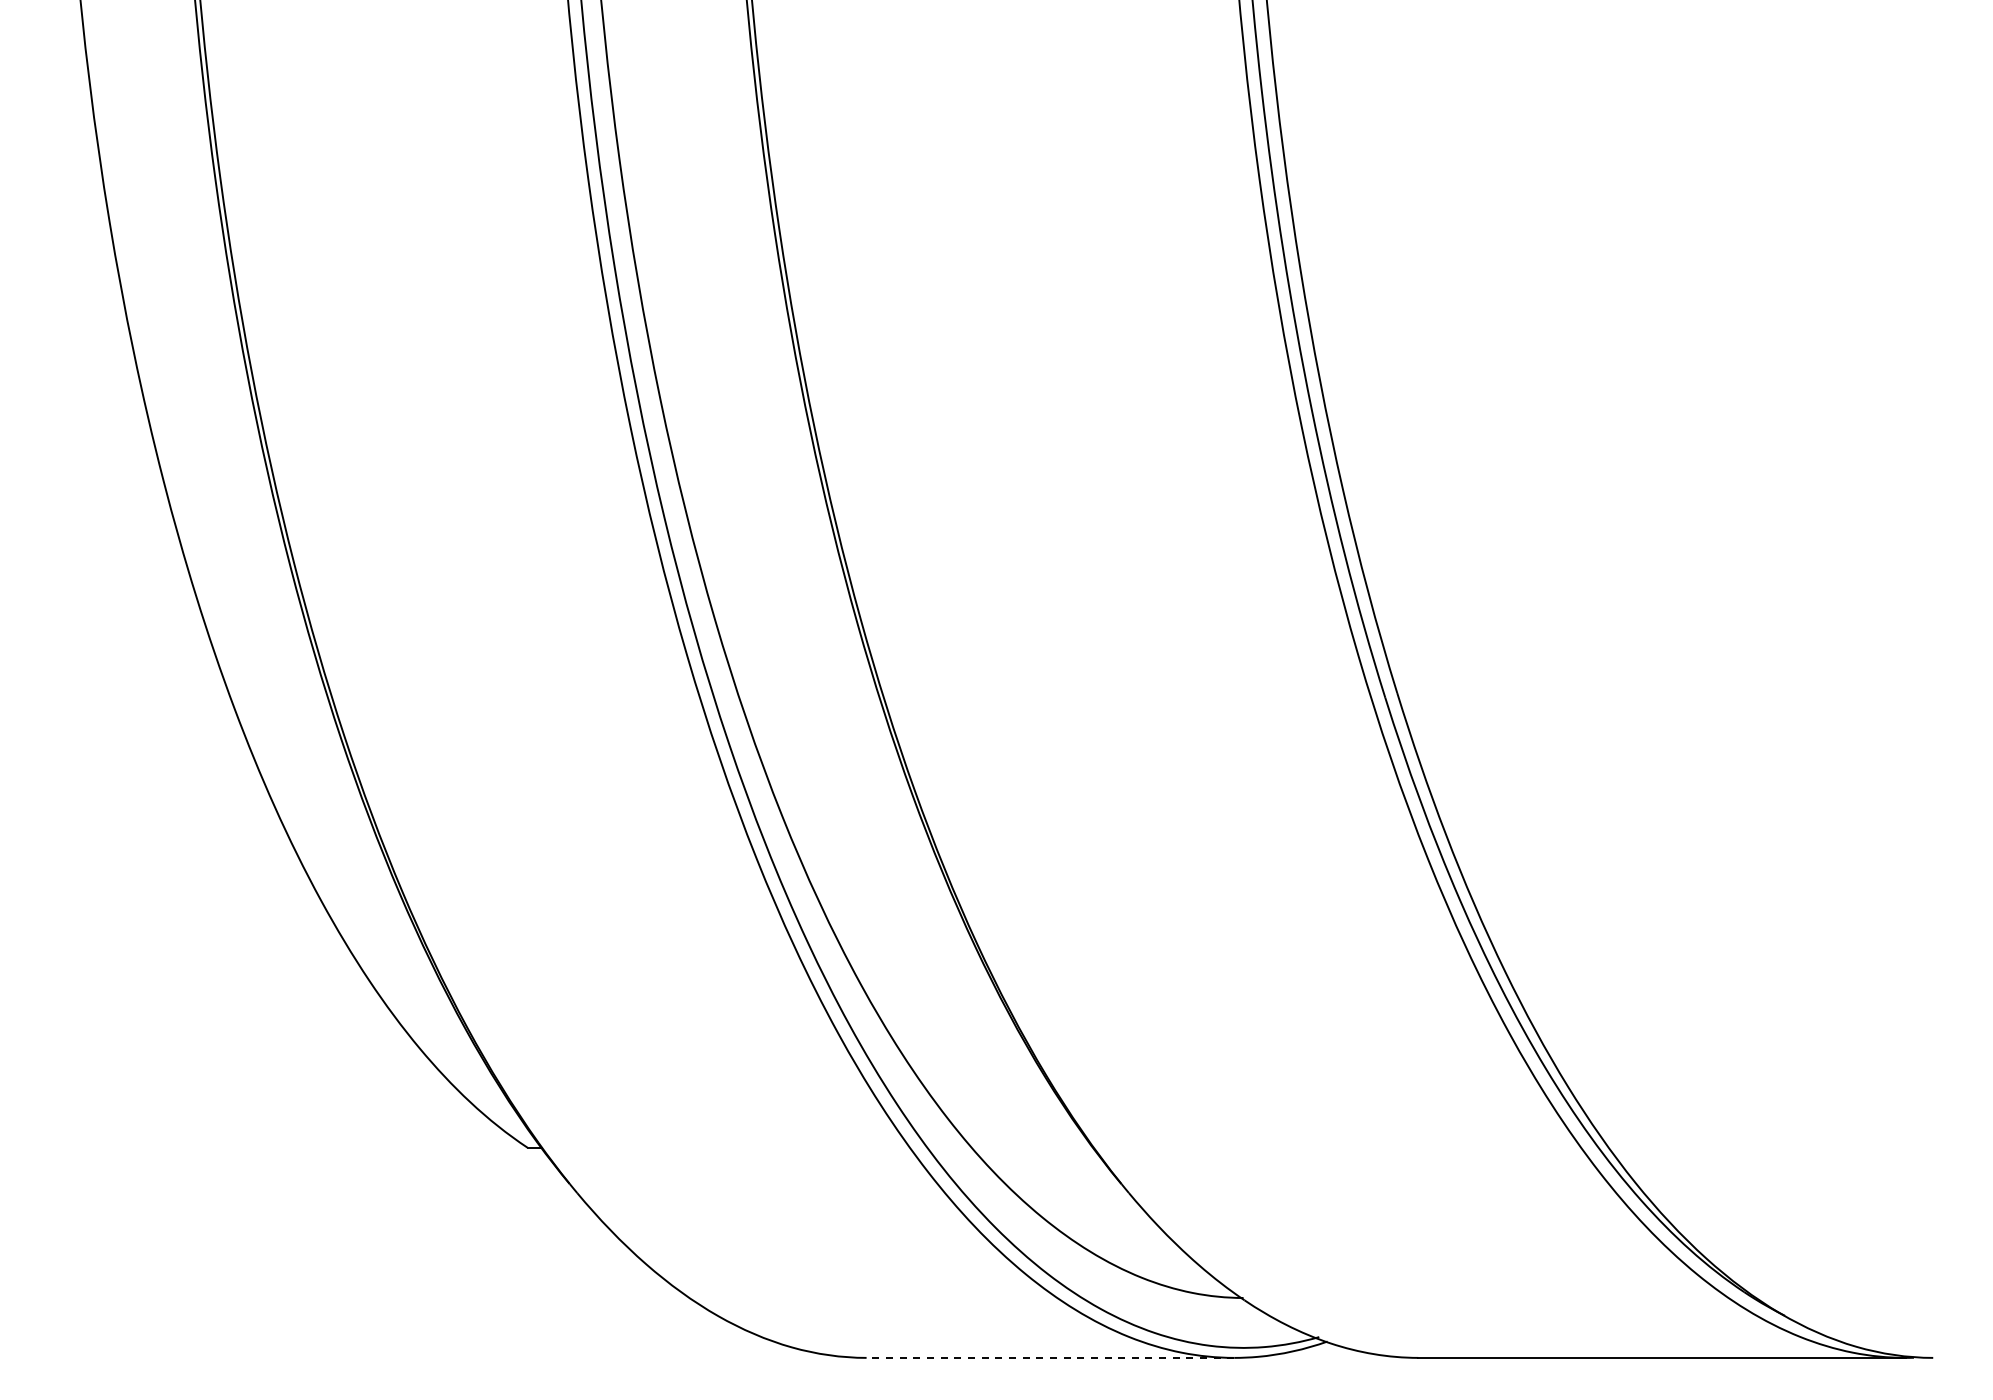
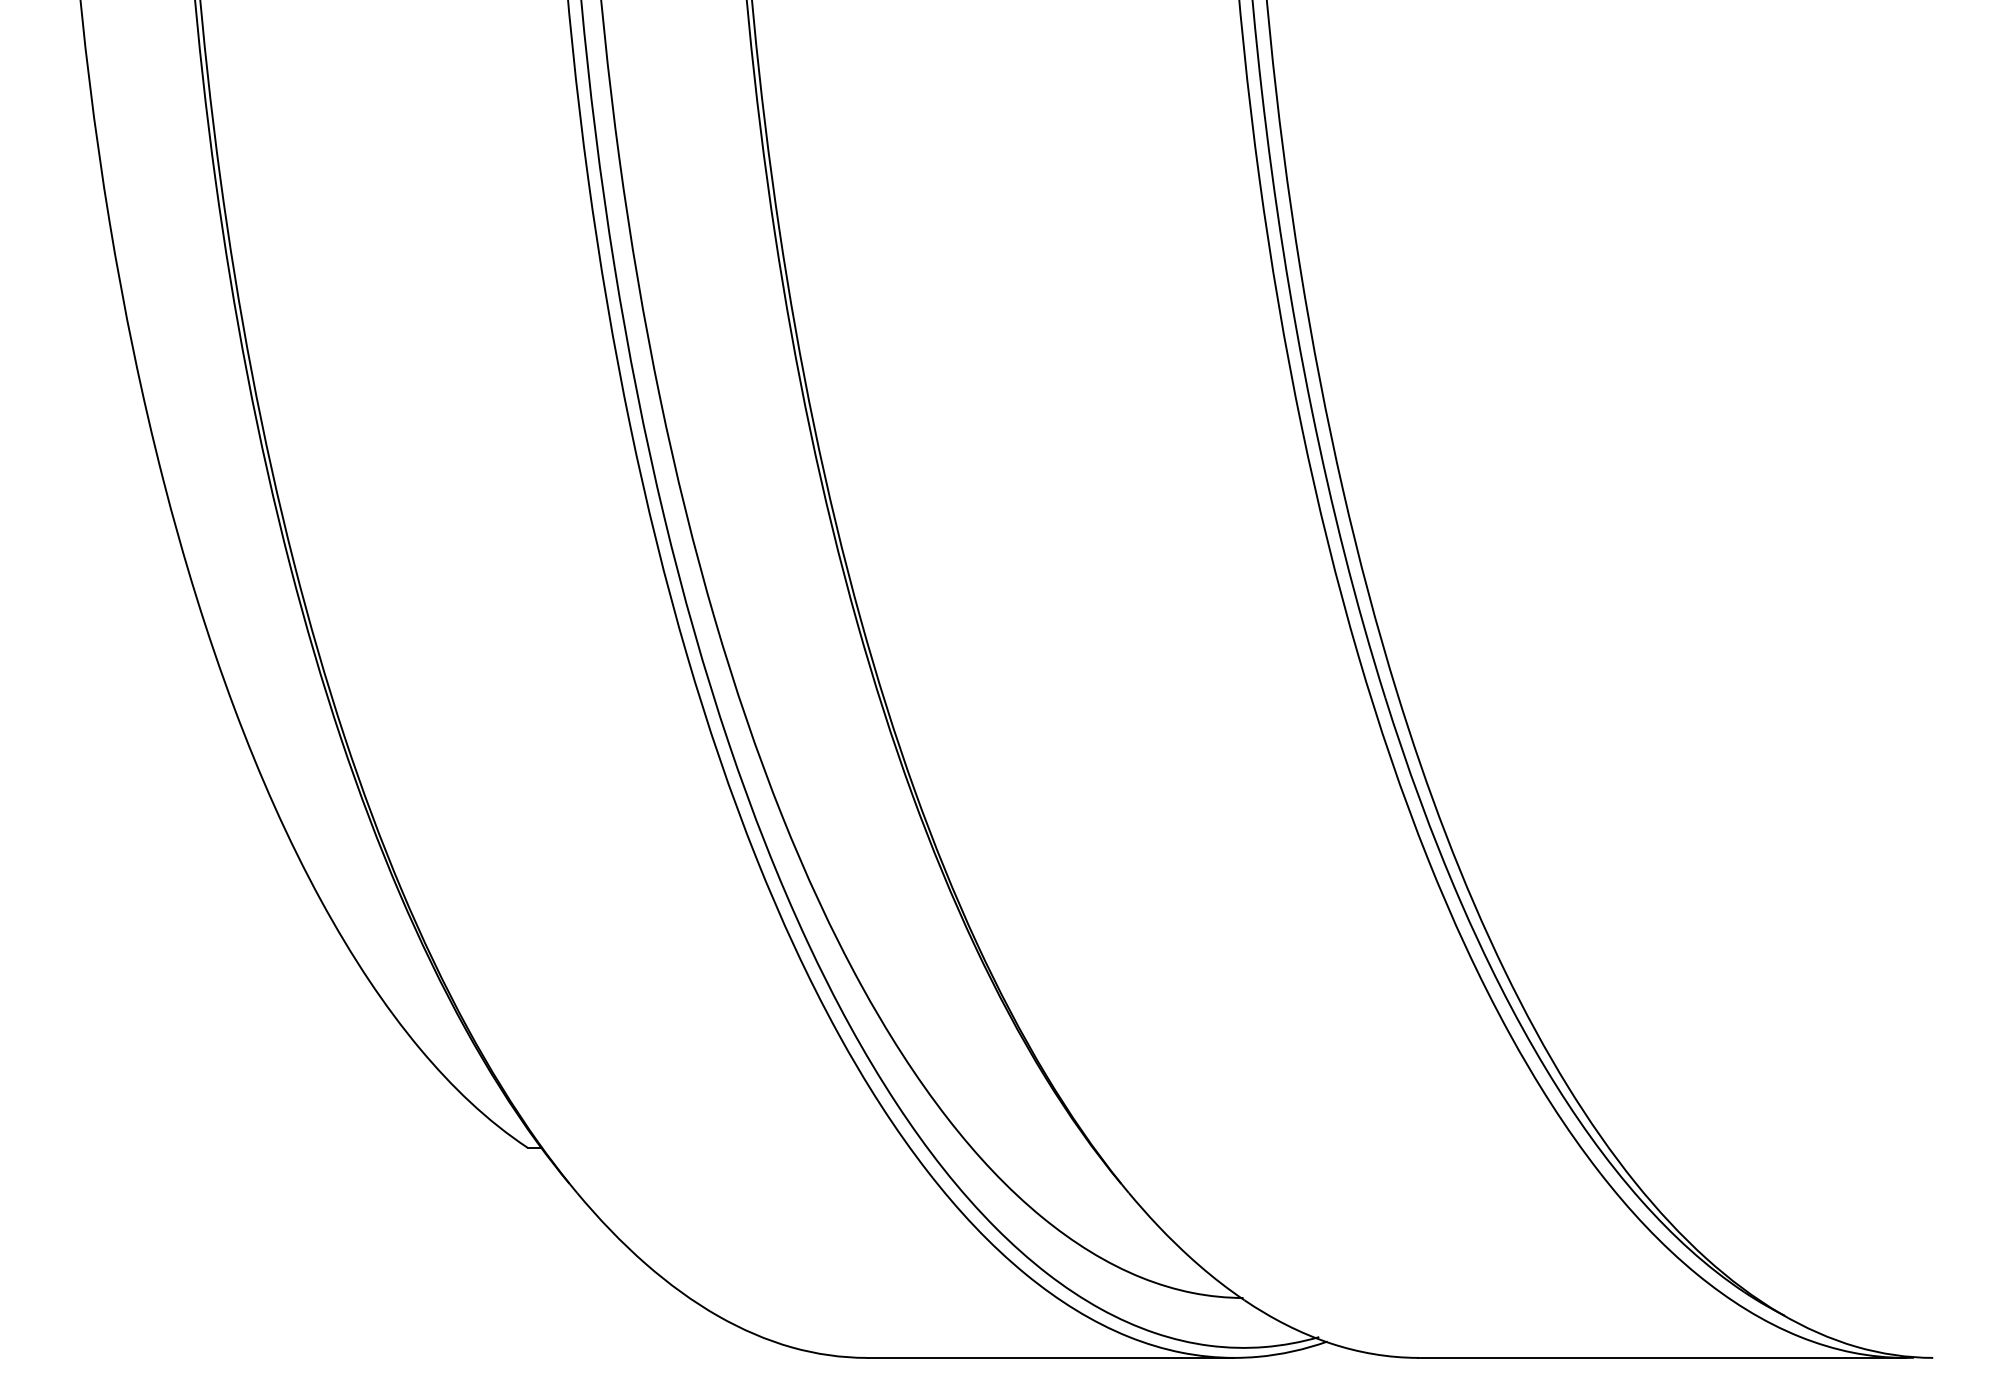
line at (1050, 1357): dashed -> solid
